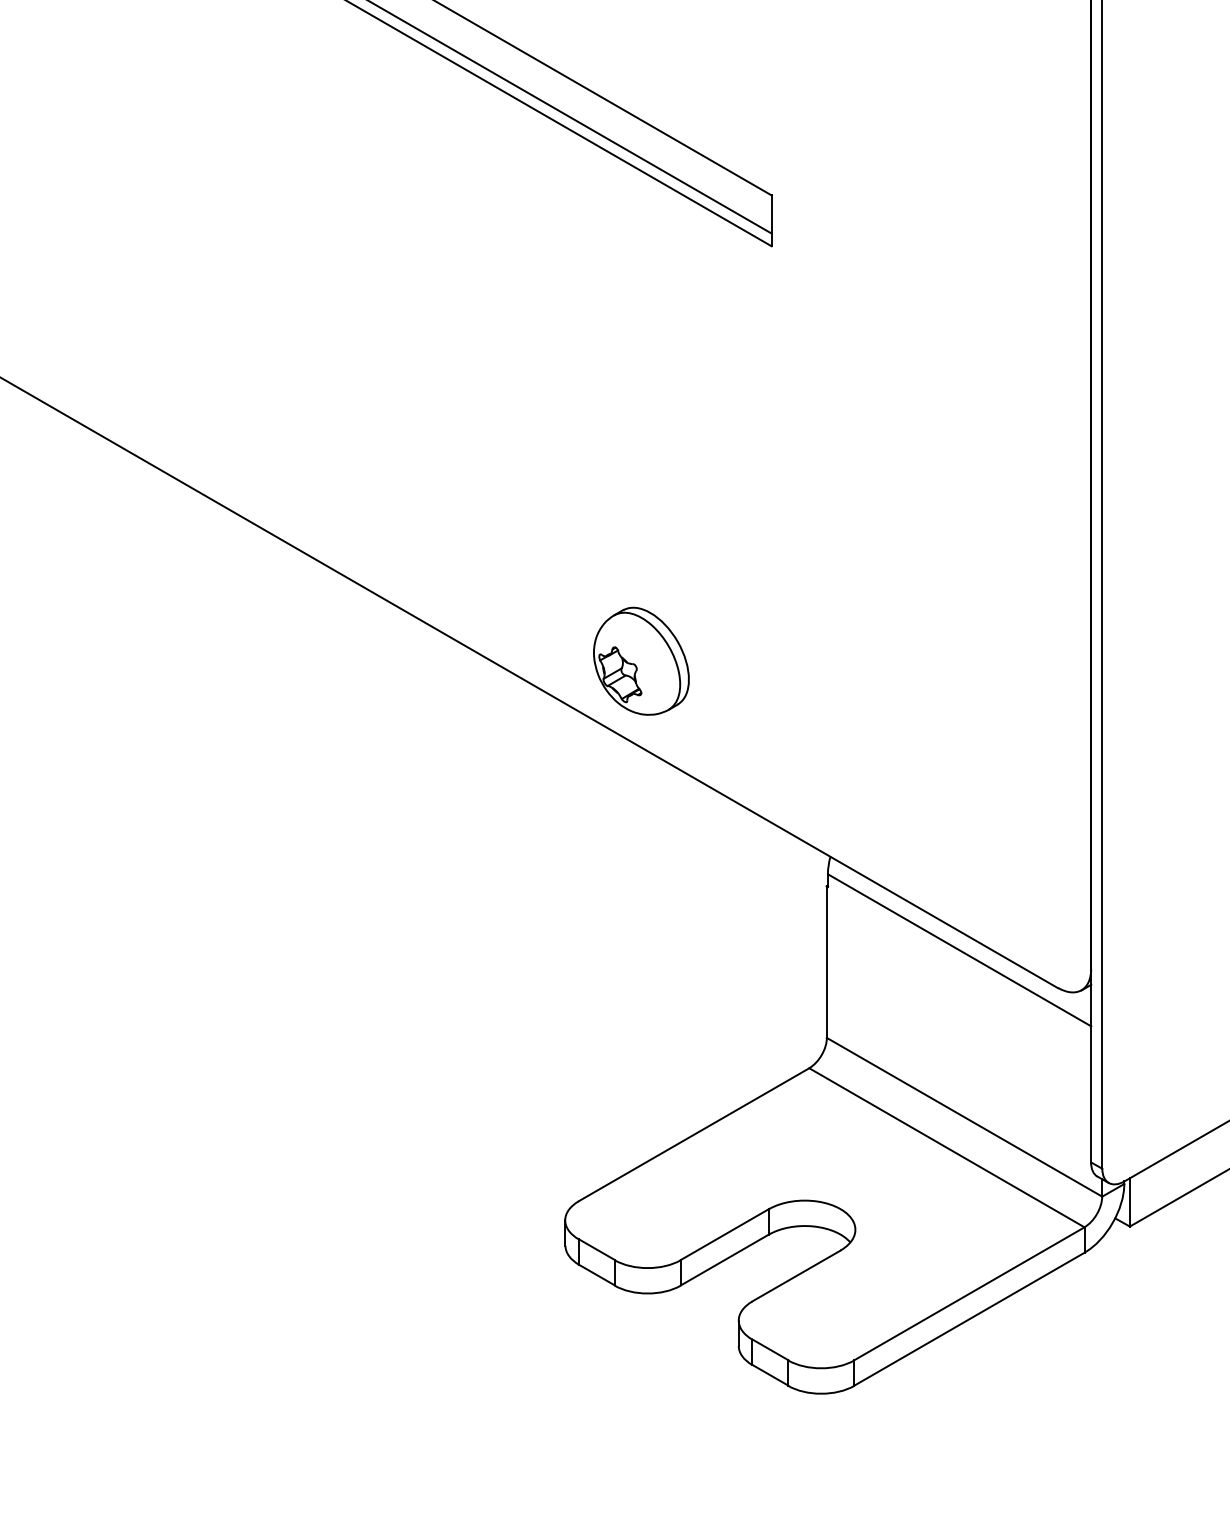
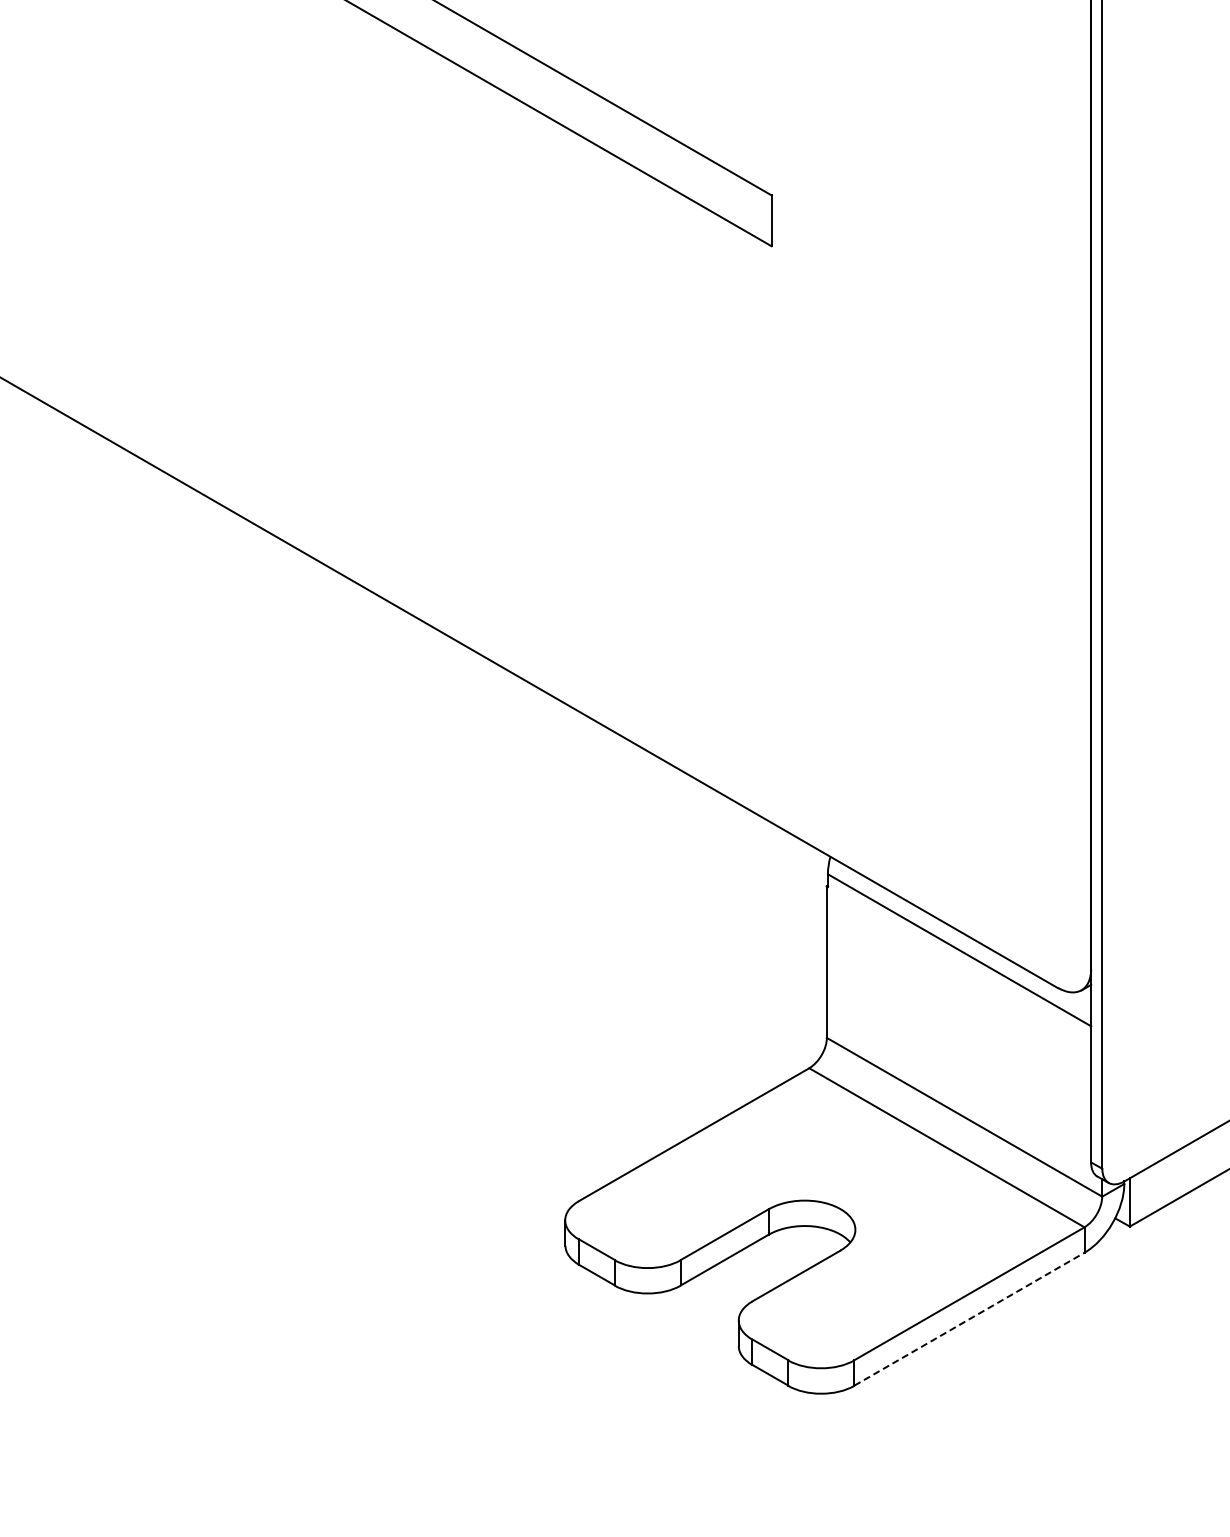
line at (571, 117): present -> none
part at (641, 660): present -> none
line at (969, 1319): solid -> dashed
